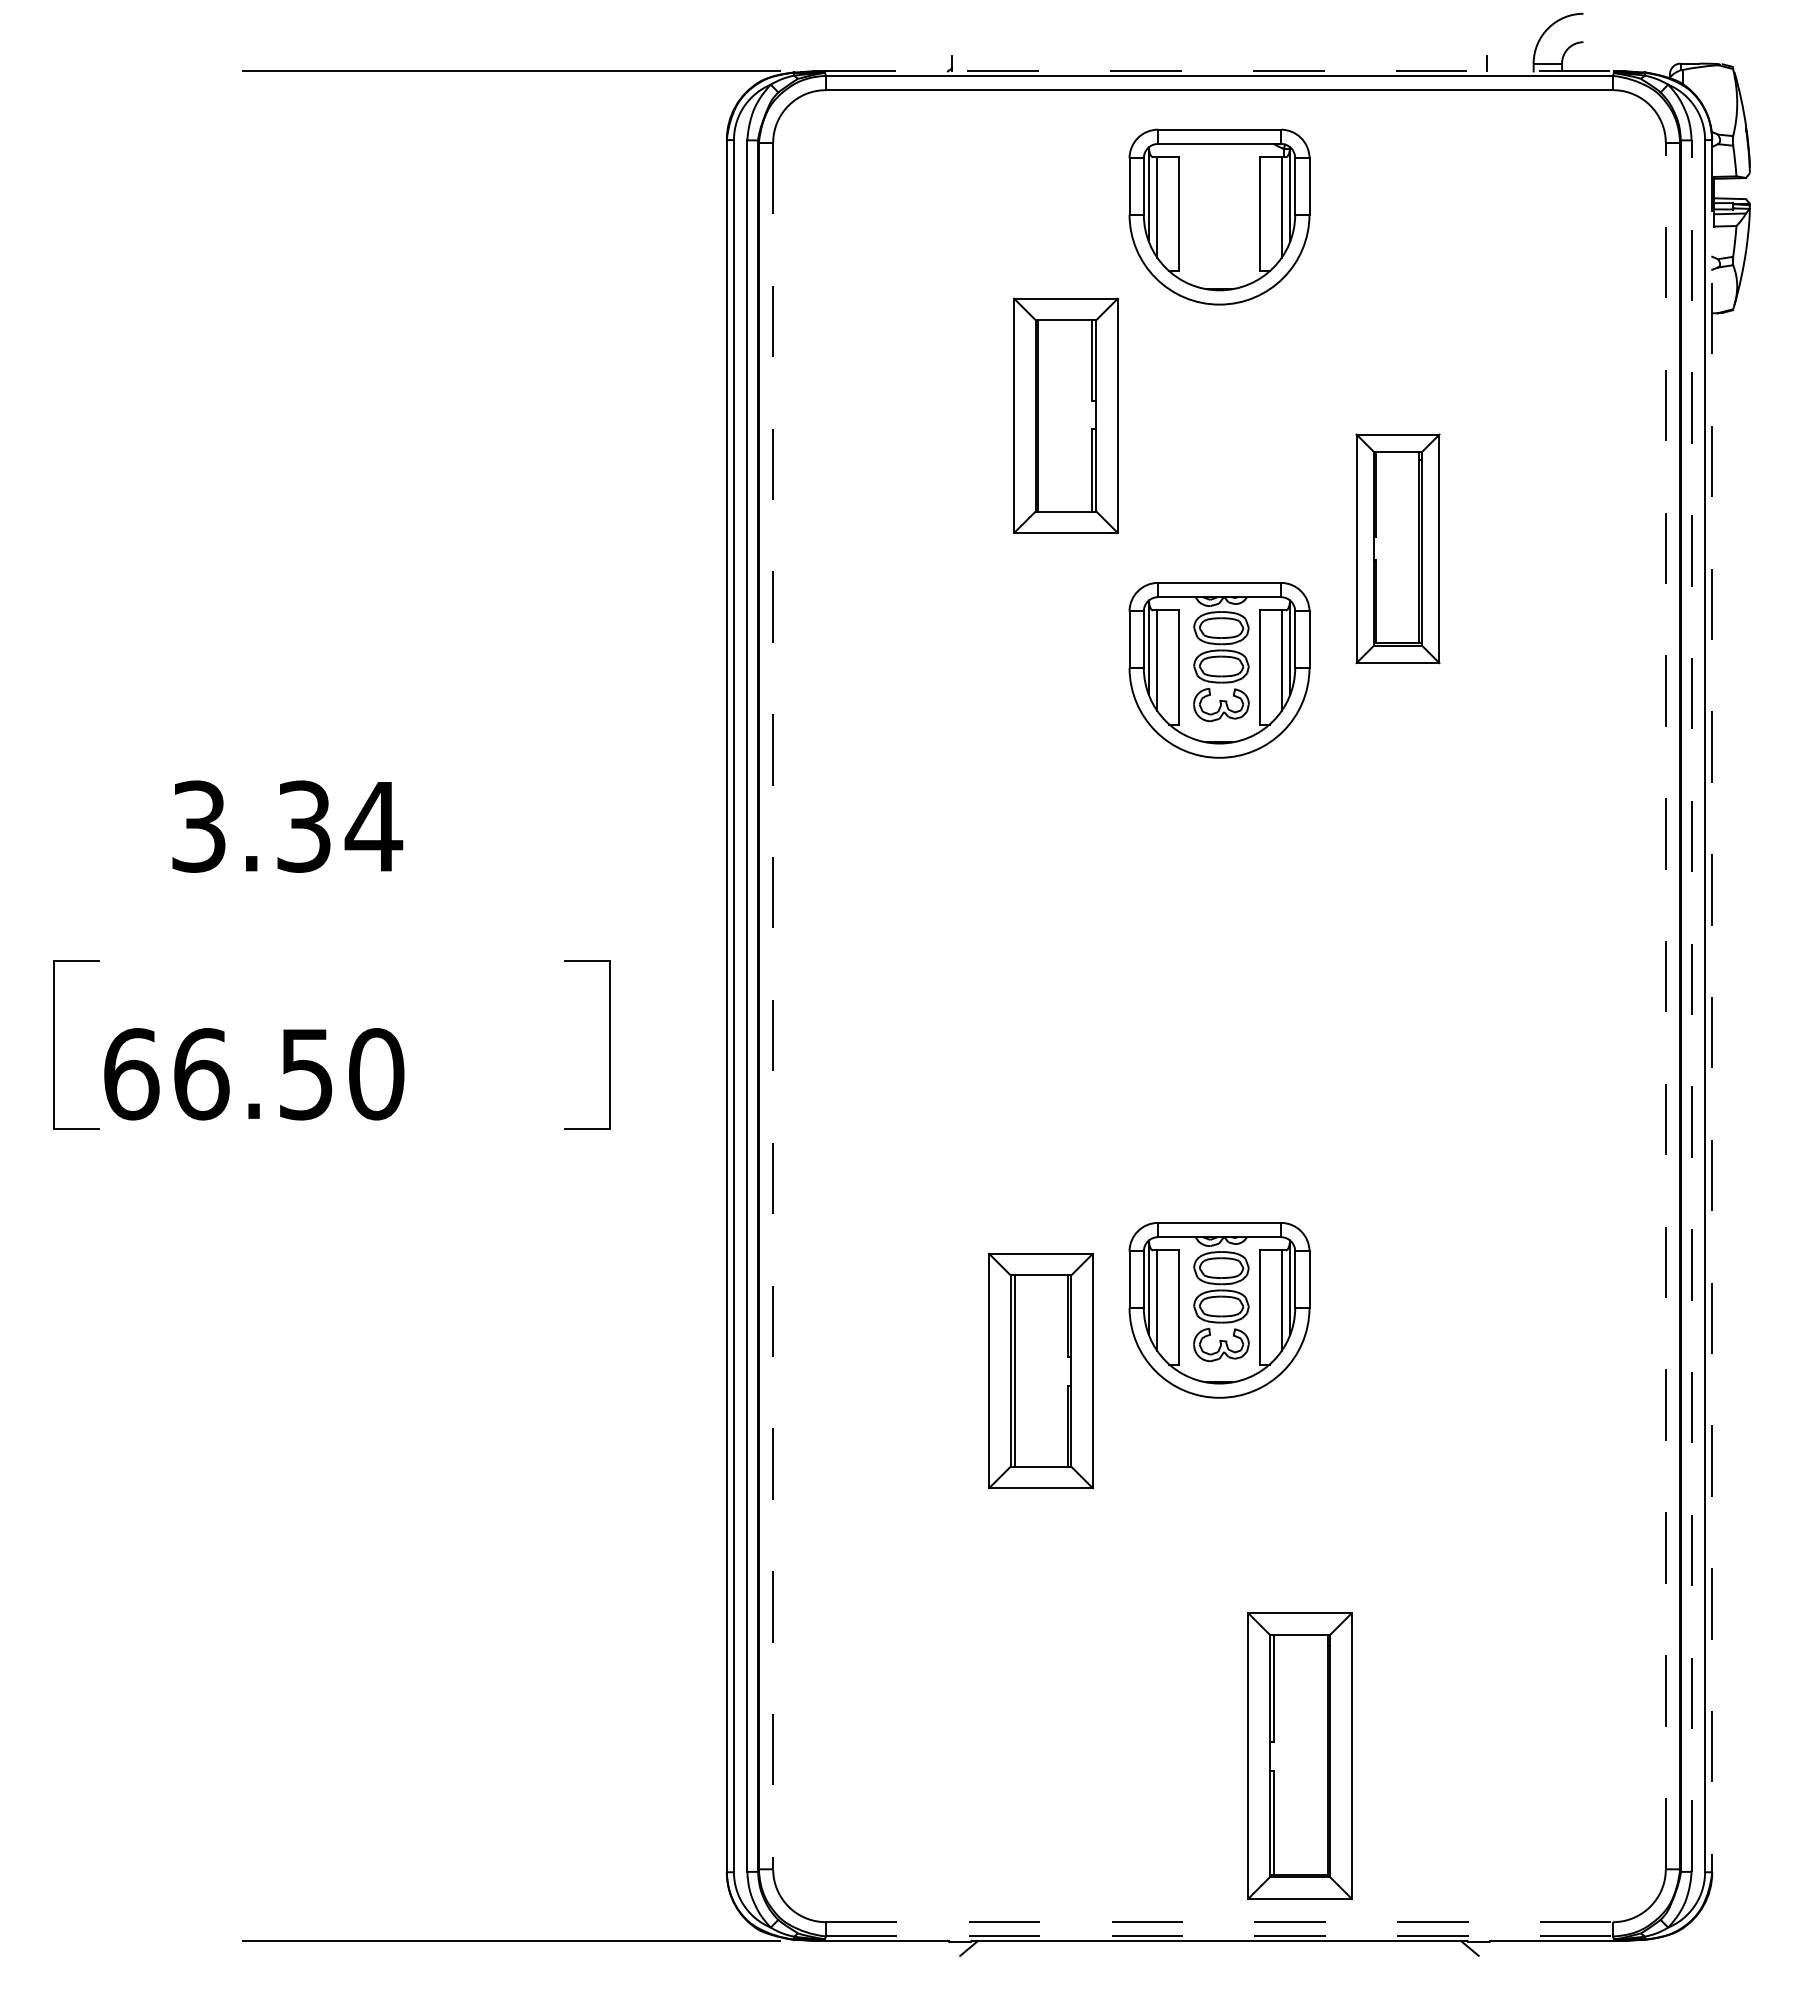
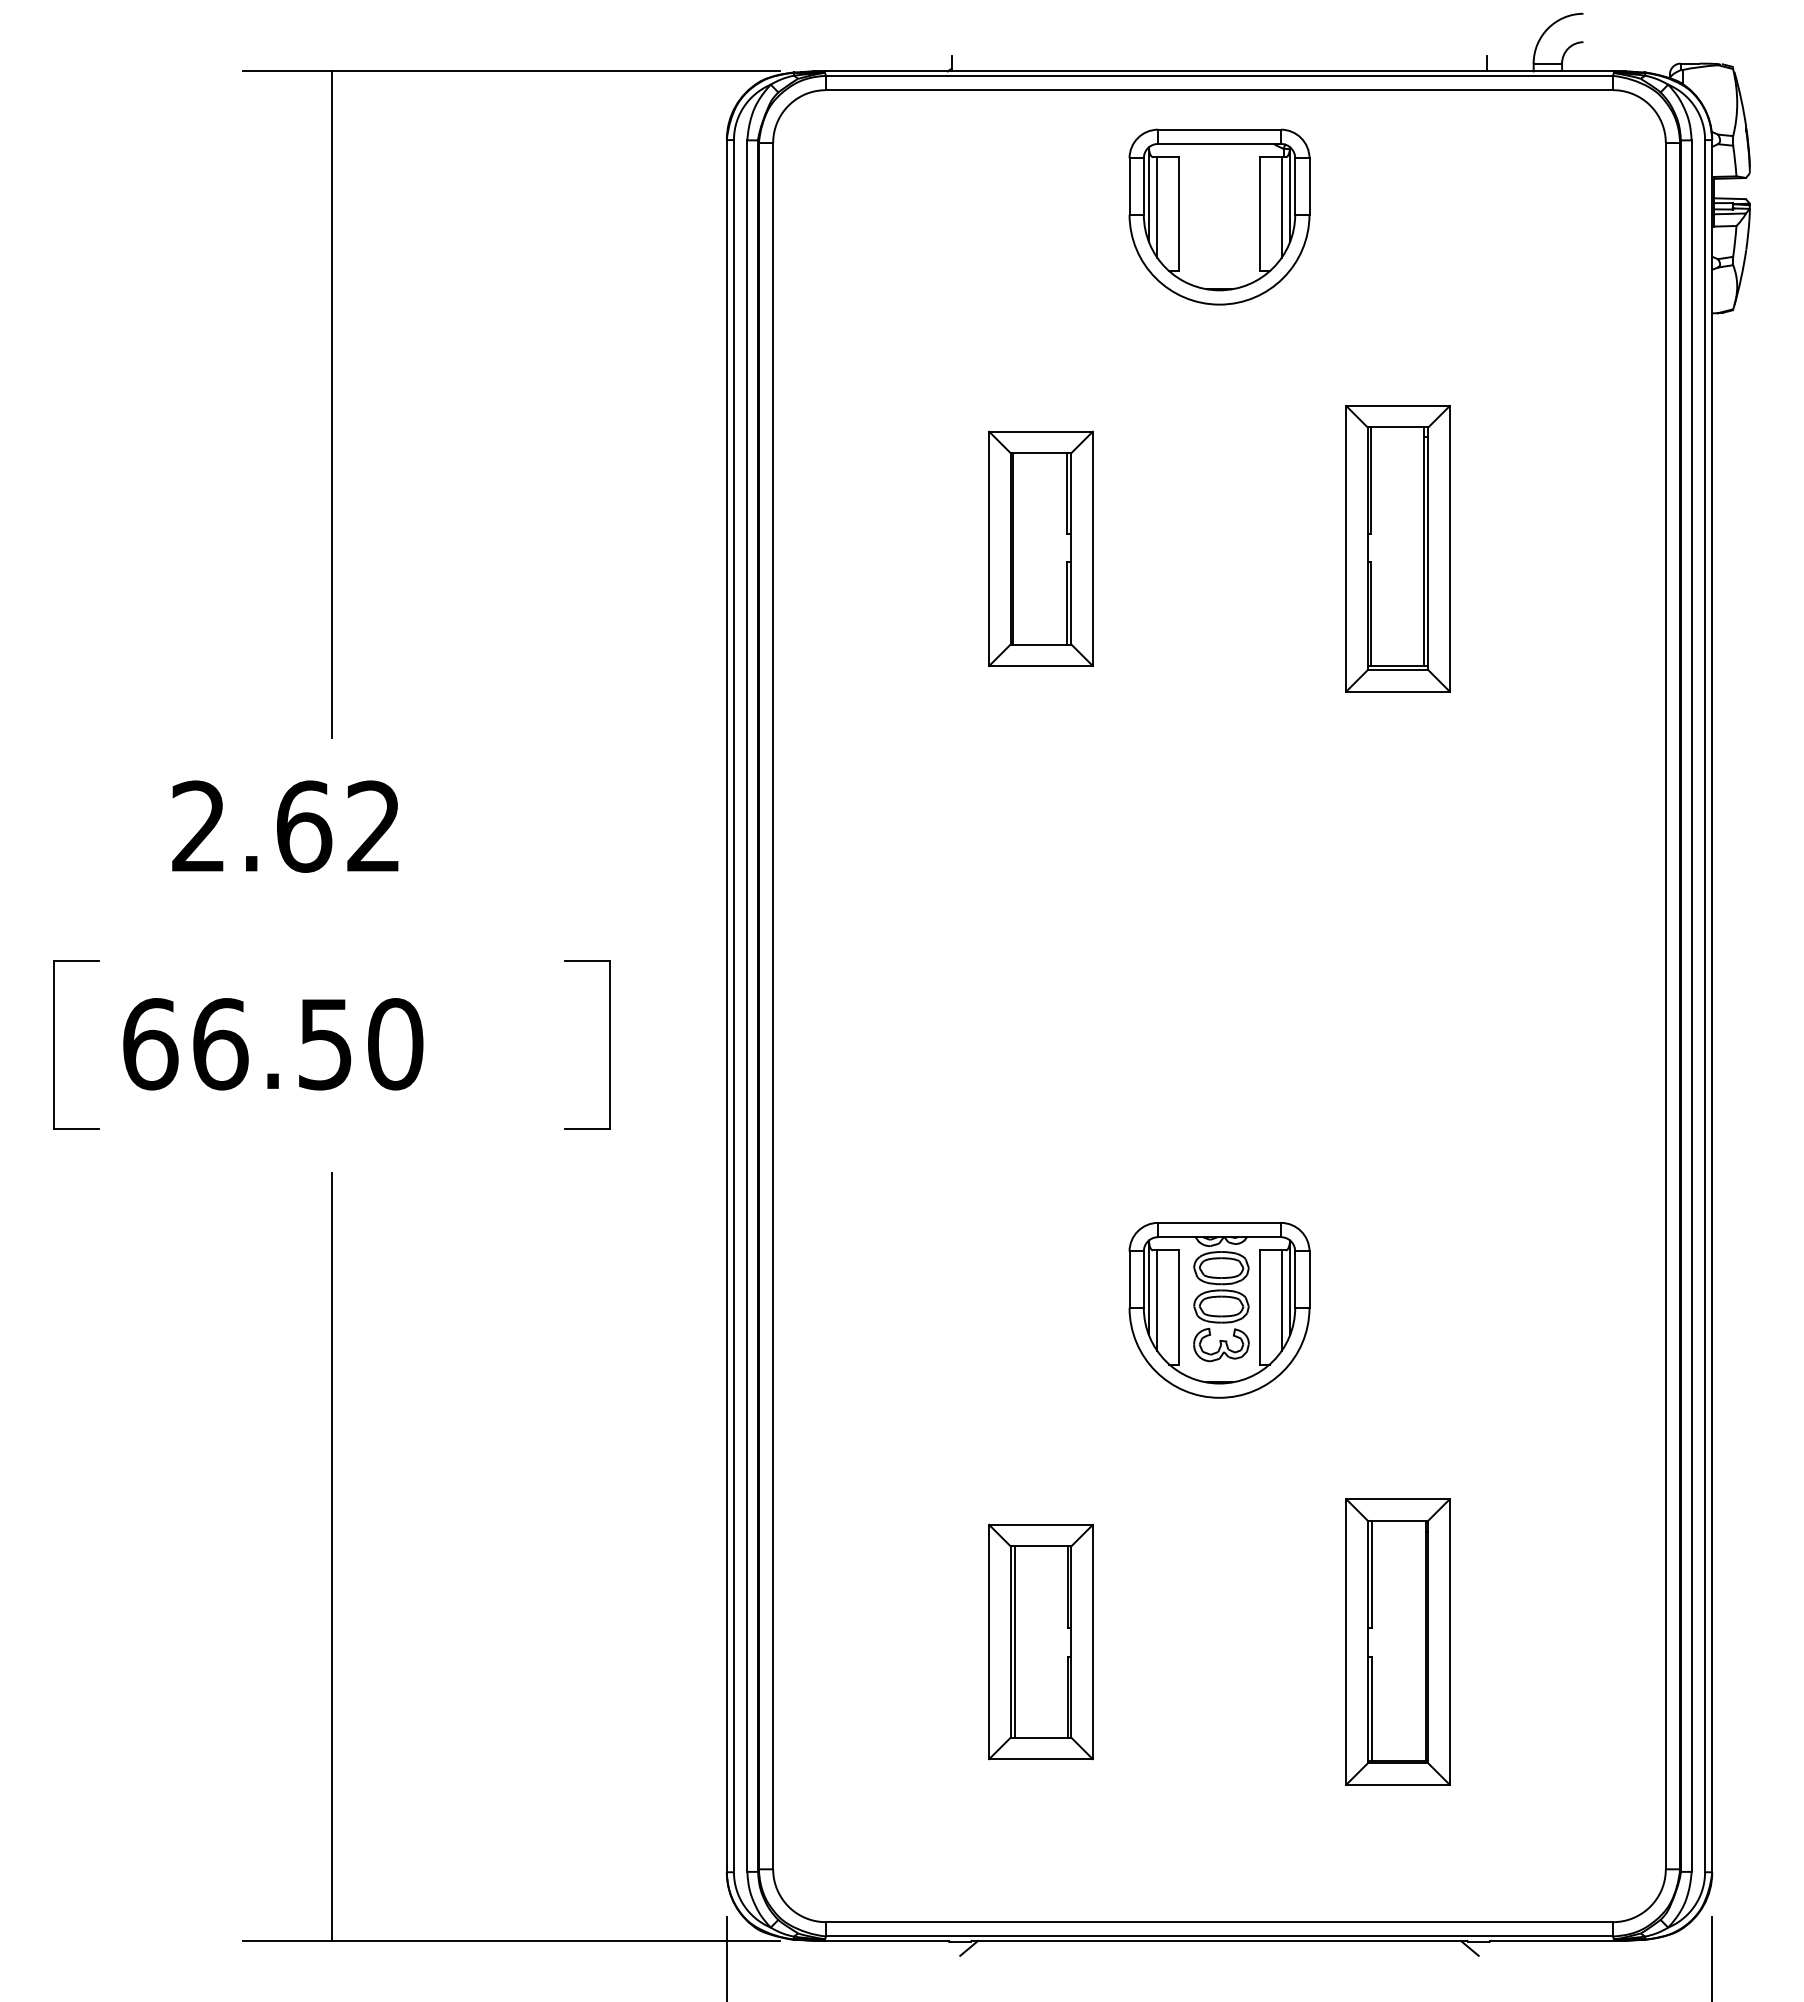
line at (1219, 71): dashed -> solid
line at (331, 404): none -> present
part at (1065, 415) position: (1065, 415) -> (1040, 548)
part at (1397, 548) size: 86x232 px -> 106x288 px
part at (1219, 670): present -> none
text at (287, 826): 3.34 -> 2.62
line at (1665, 1005): dashed -> solid
line at (773, 1006): dashed -> solid
line at (1691, 1006): dashed -> solid
line at (1712, 1006): dashed -> solid
text at (254, 1074) position: (254, 1074) -> (273, 1044)
part at (1040, 1370) position: (1040, 1370) -> (1040, 1641)
line at (331, 1556): none -> present
part at (1299, 1755) position: (1299, 1755) -> (1397, 1641)
line at (1219, 1922): dashed -> solid
line at (1219, 1936): dashed -> solid
line at (726, 1957): none -> present
line at (1712, 1957): none -> present
